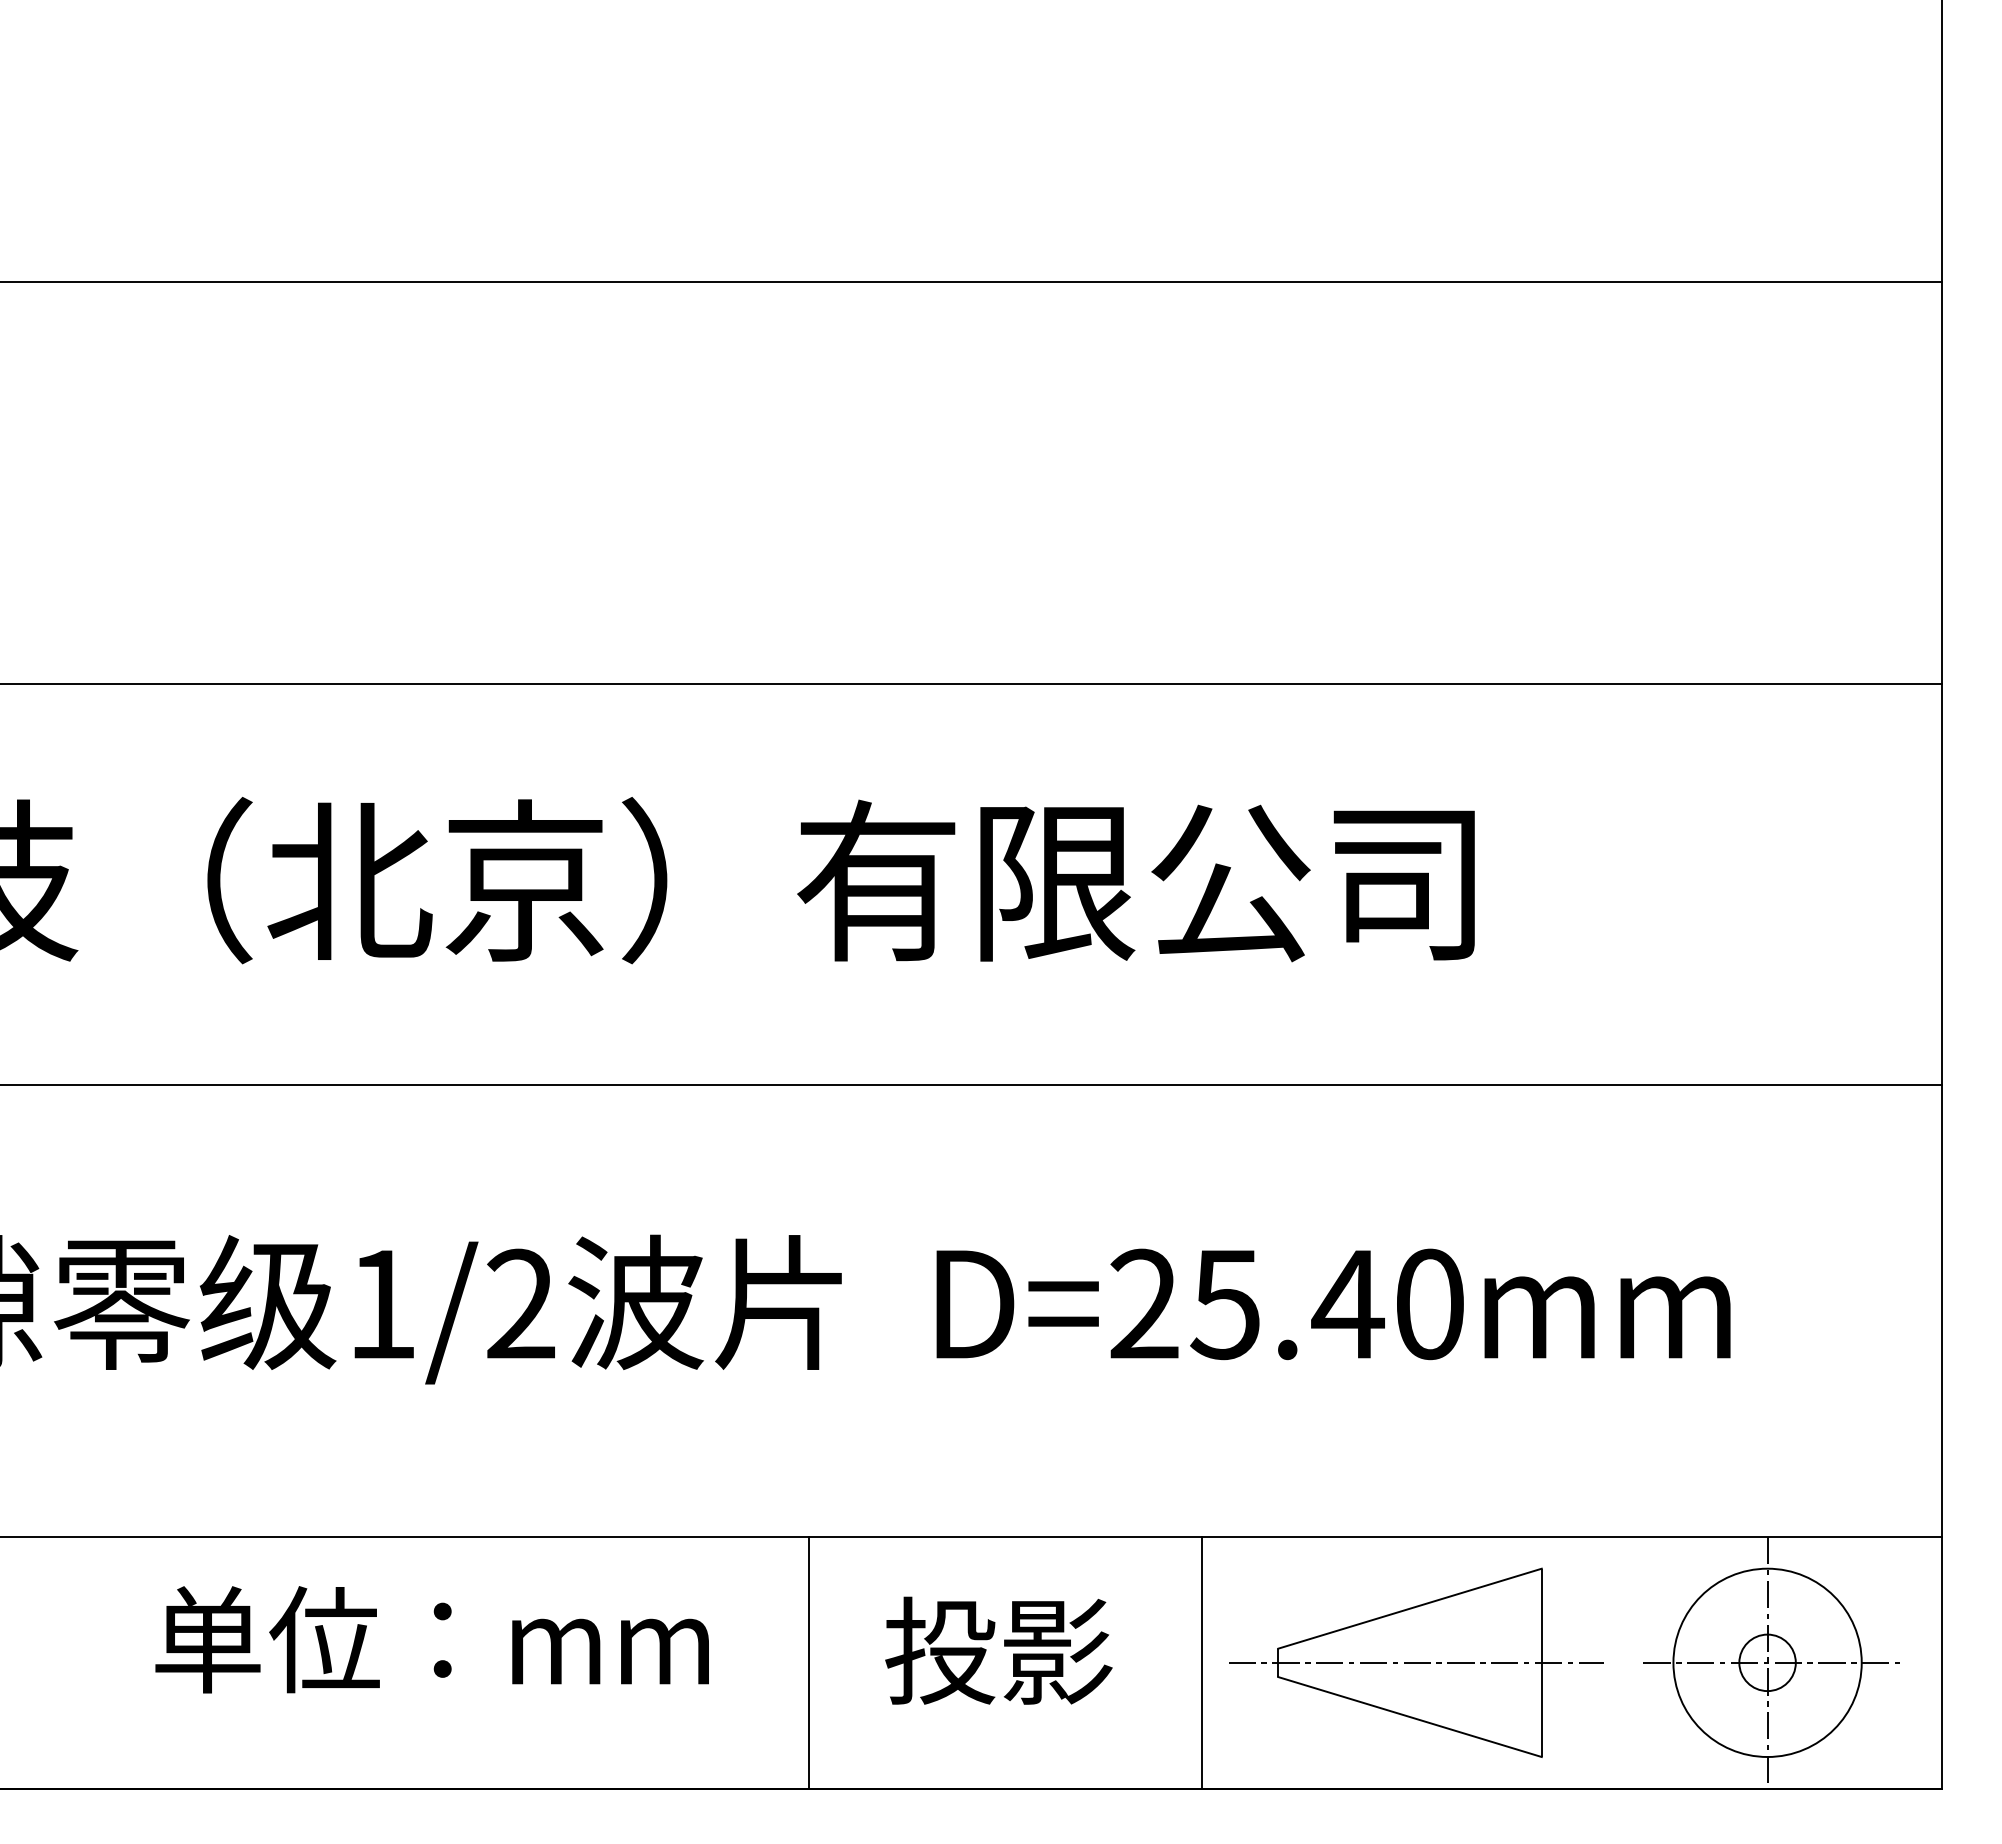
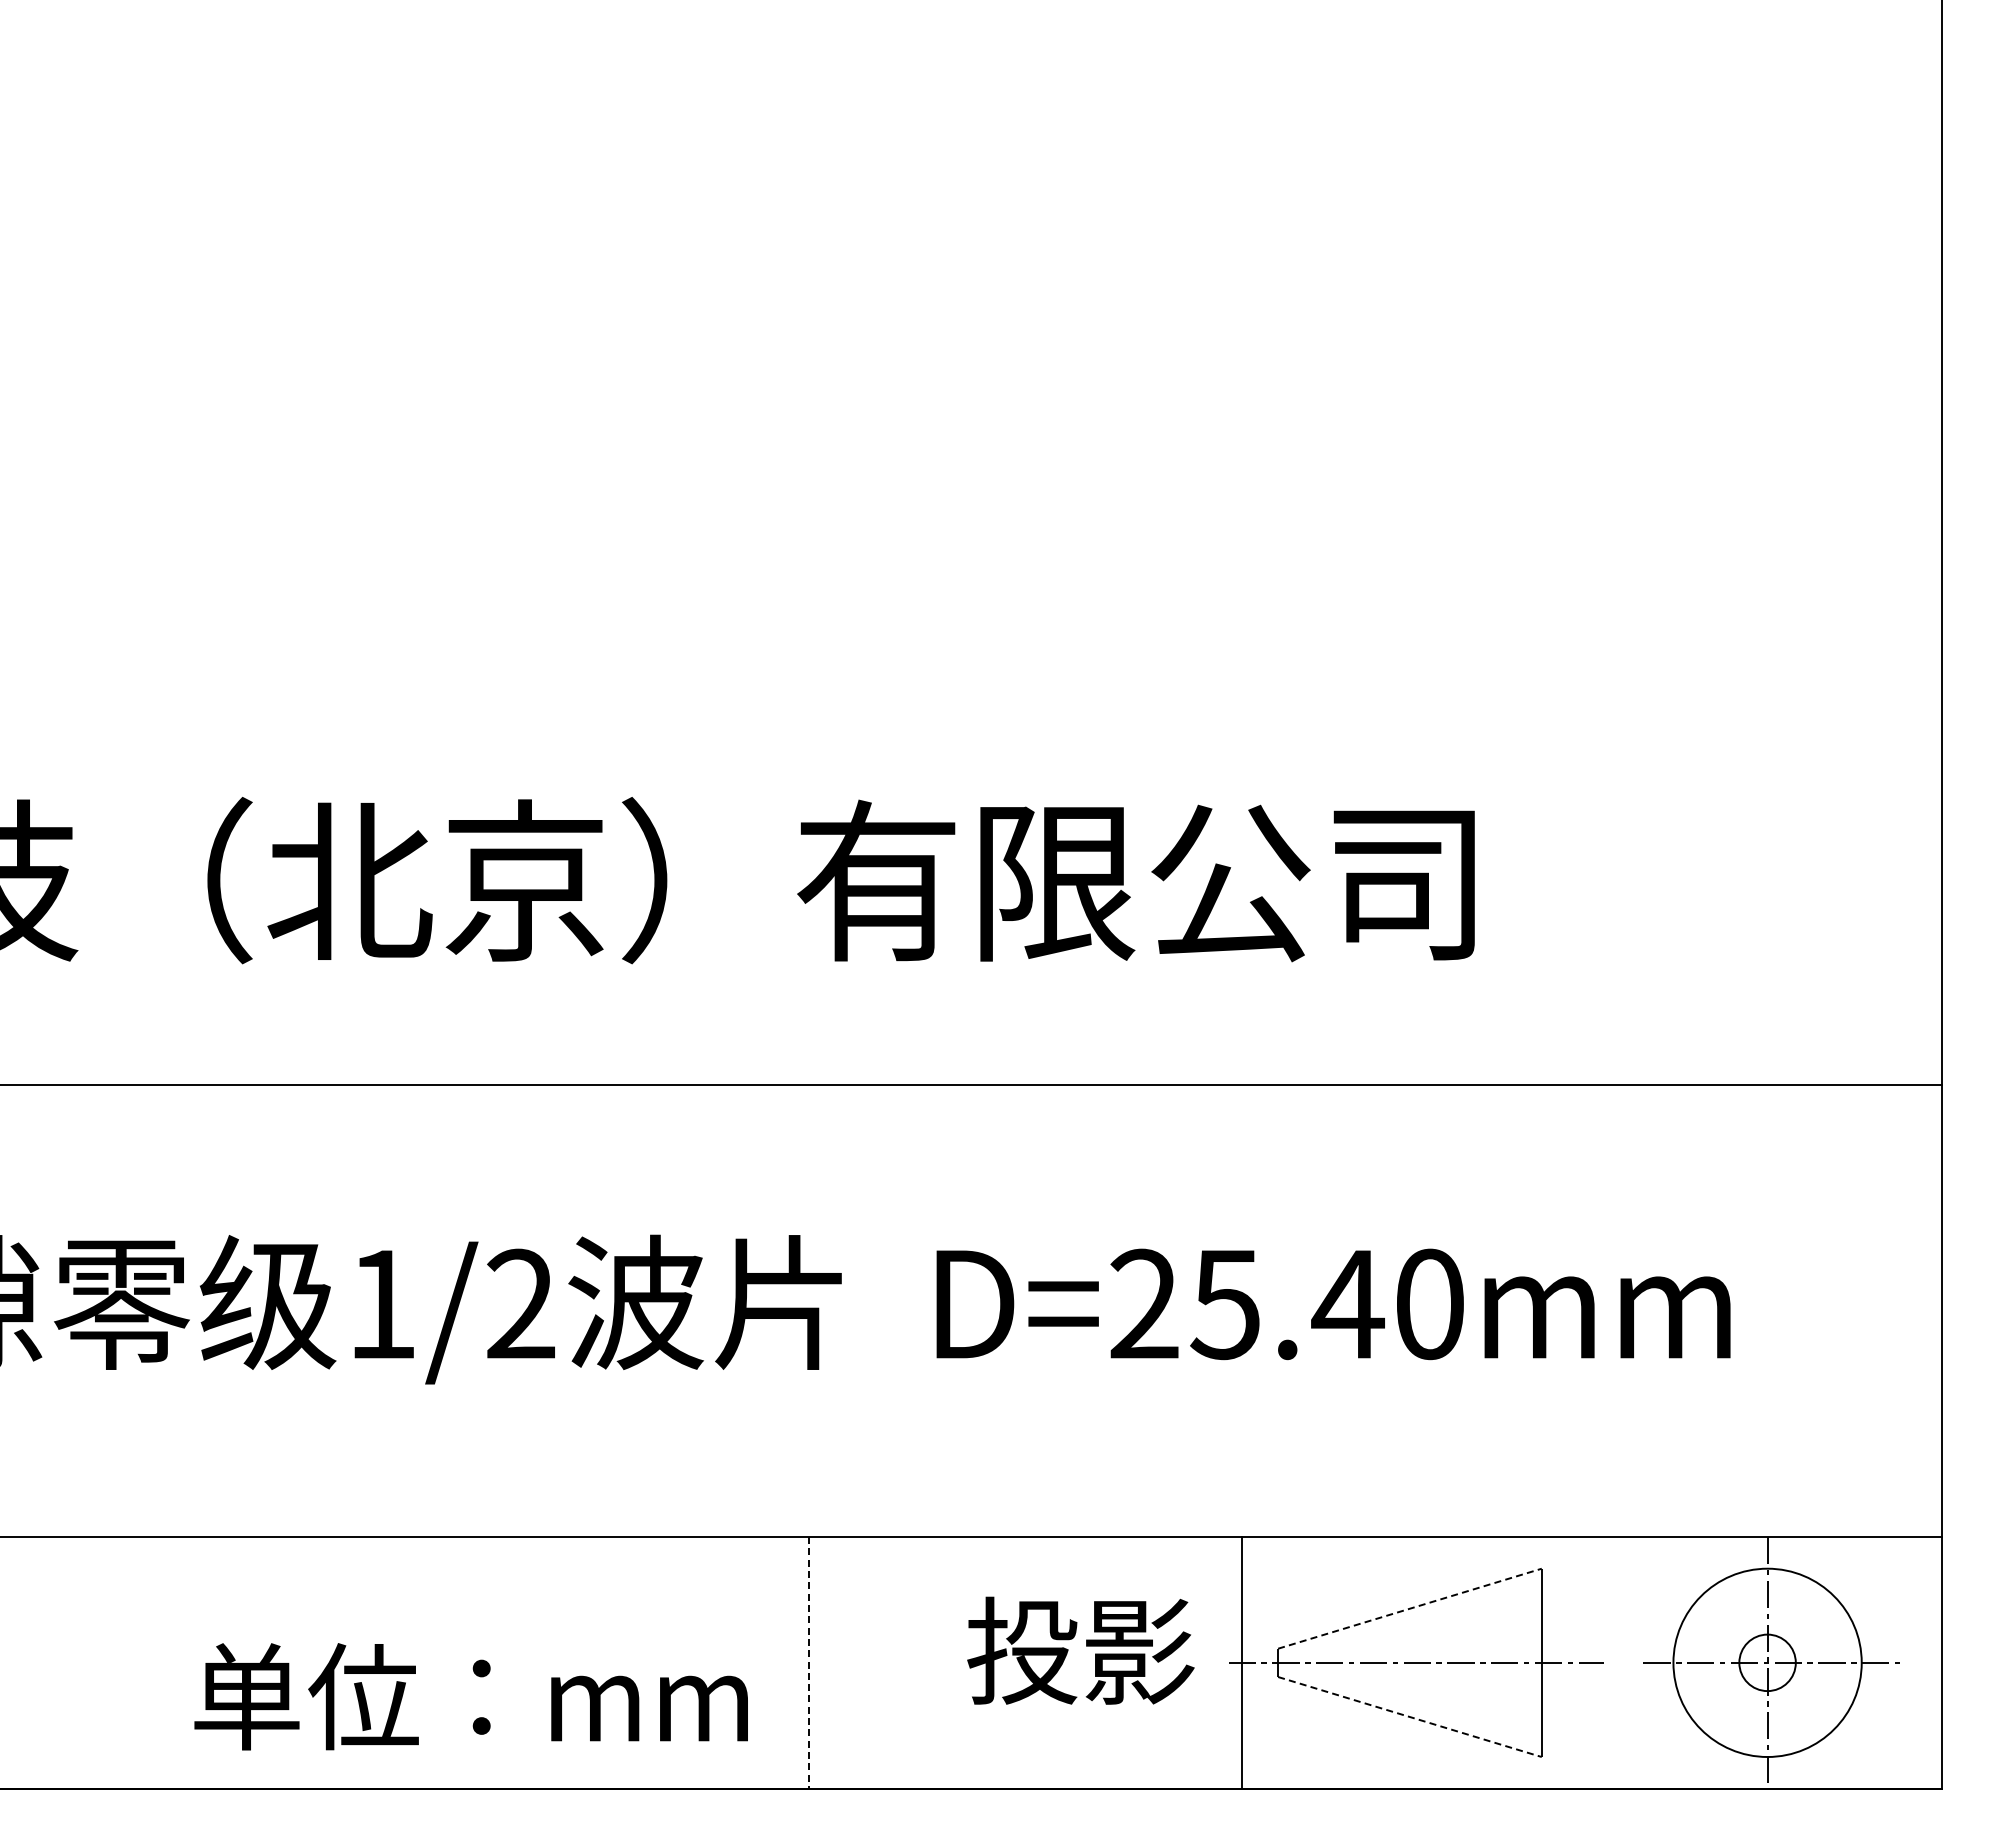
line at (971, 281): present -> none
line at (971, 683): present -> none
line at (1409, 1608): solid -> dashed
text at (431, 1639) position: (431, 1639) -> (470, 1696)
text at (998, 1650) position: (998, 1650) -> (1080, 1650)
line at (809, 1662): solid -> dashed
line at (1202, 1662) position: (1202, 1662) -> (1242, 1662)
line at (1409, 1717): solid -> dashed
